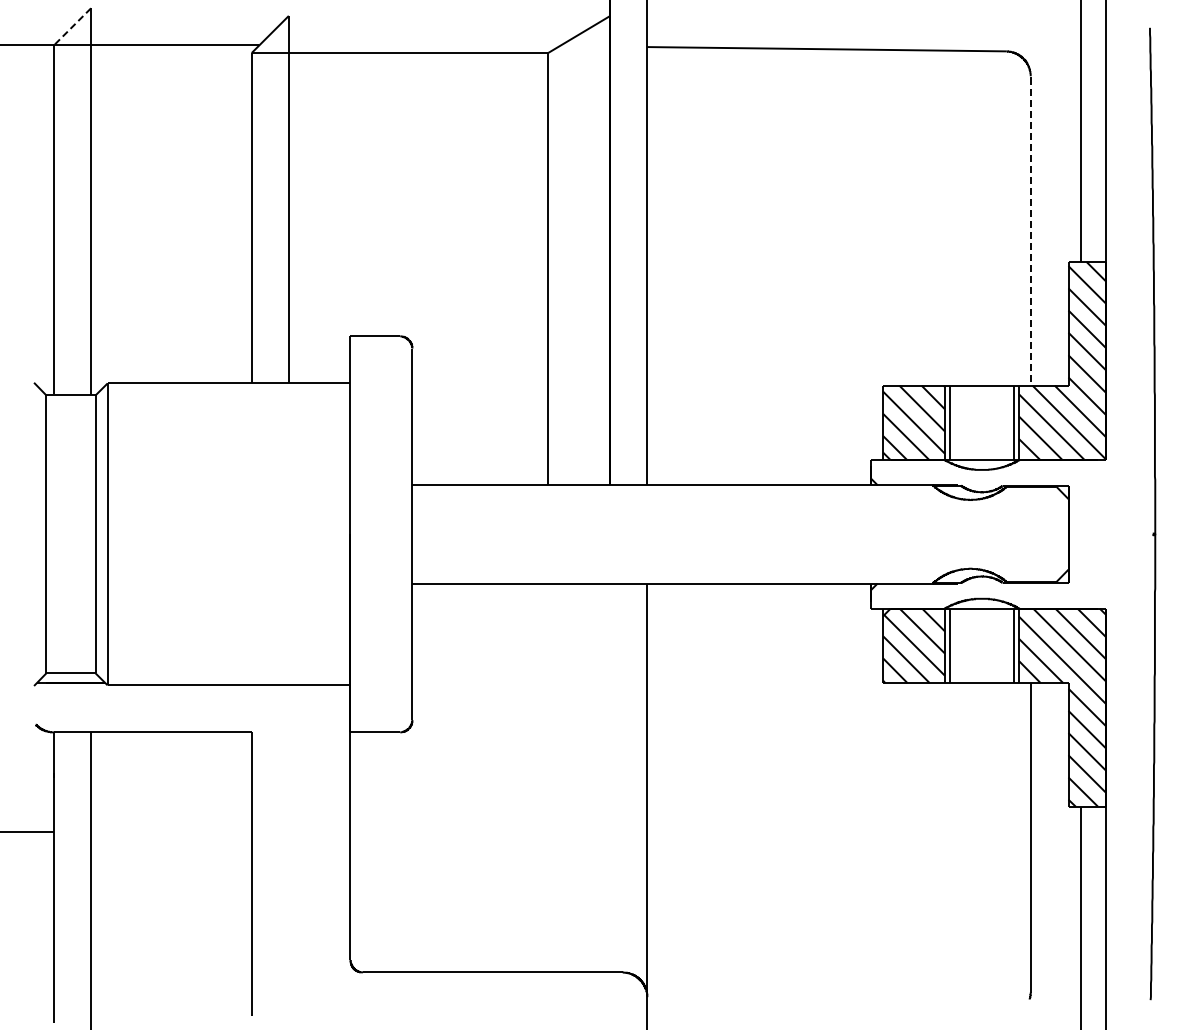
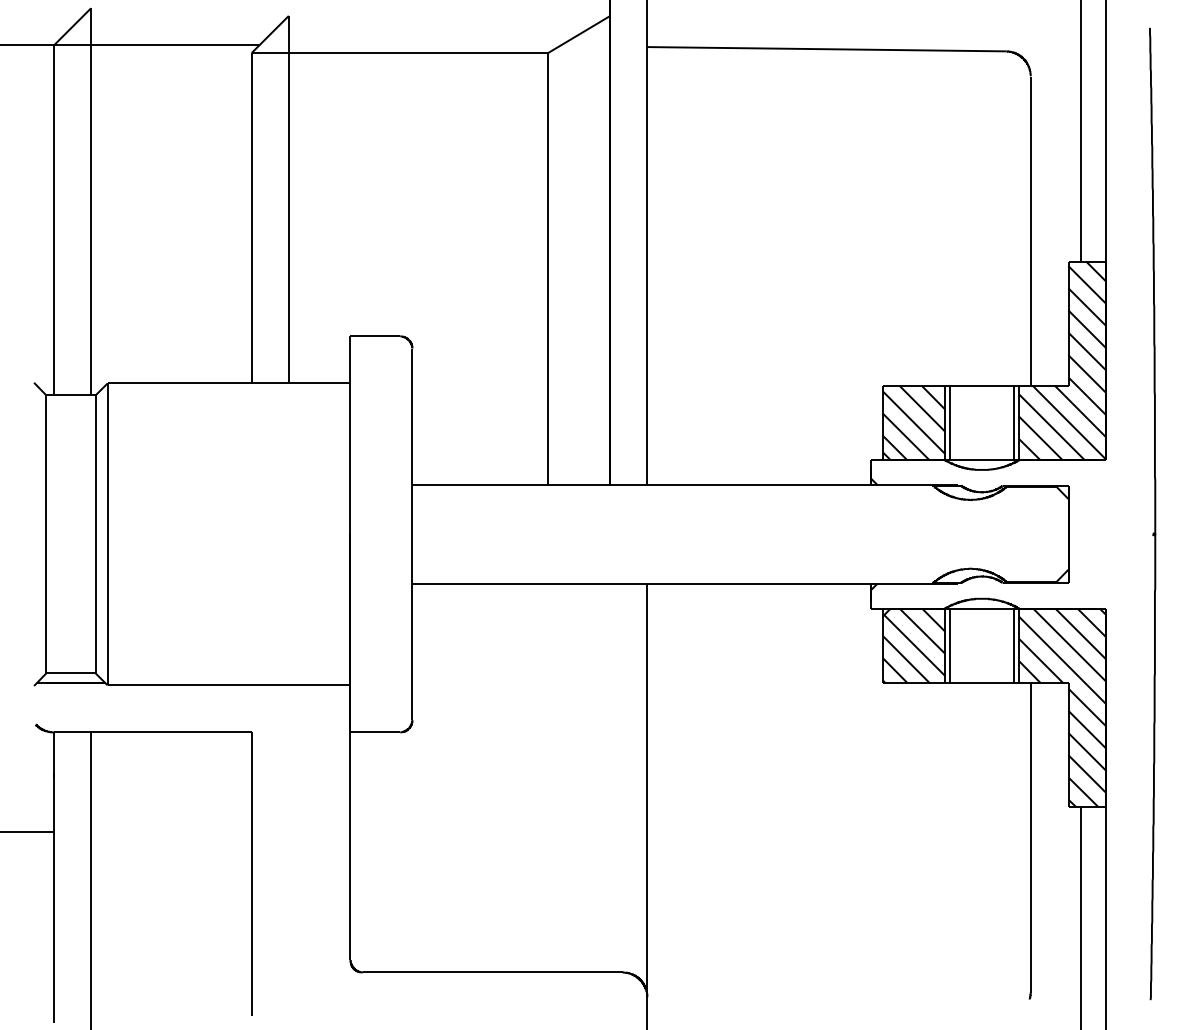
line at (72, 27): dashed -> solid
line at (1030, 231): dashed -> solid
